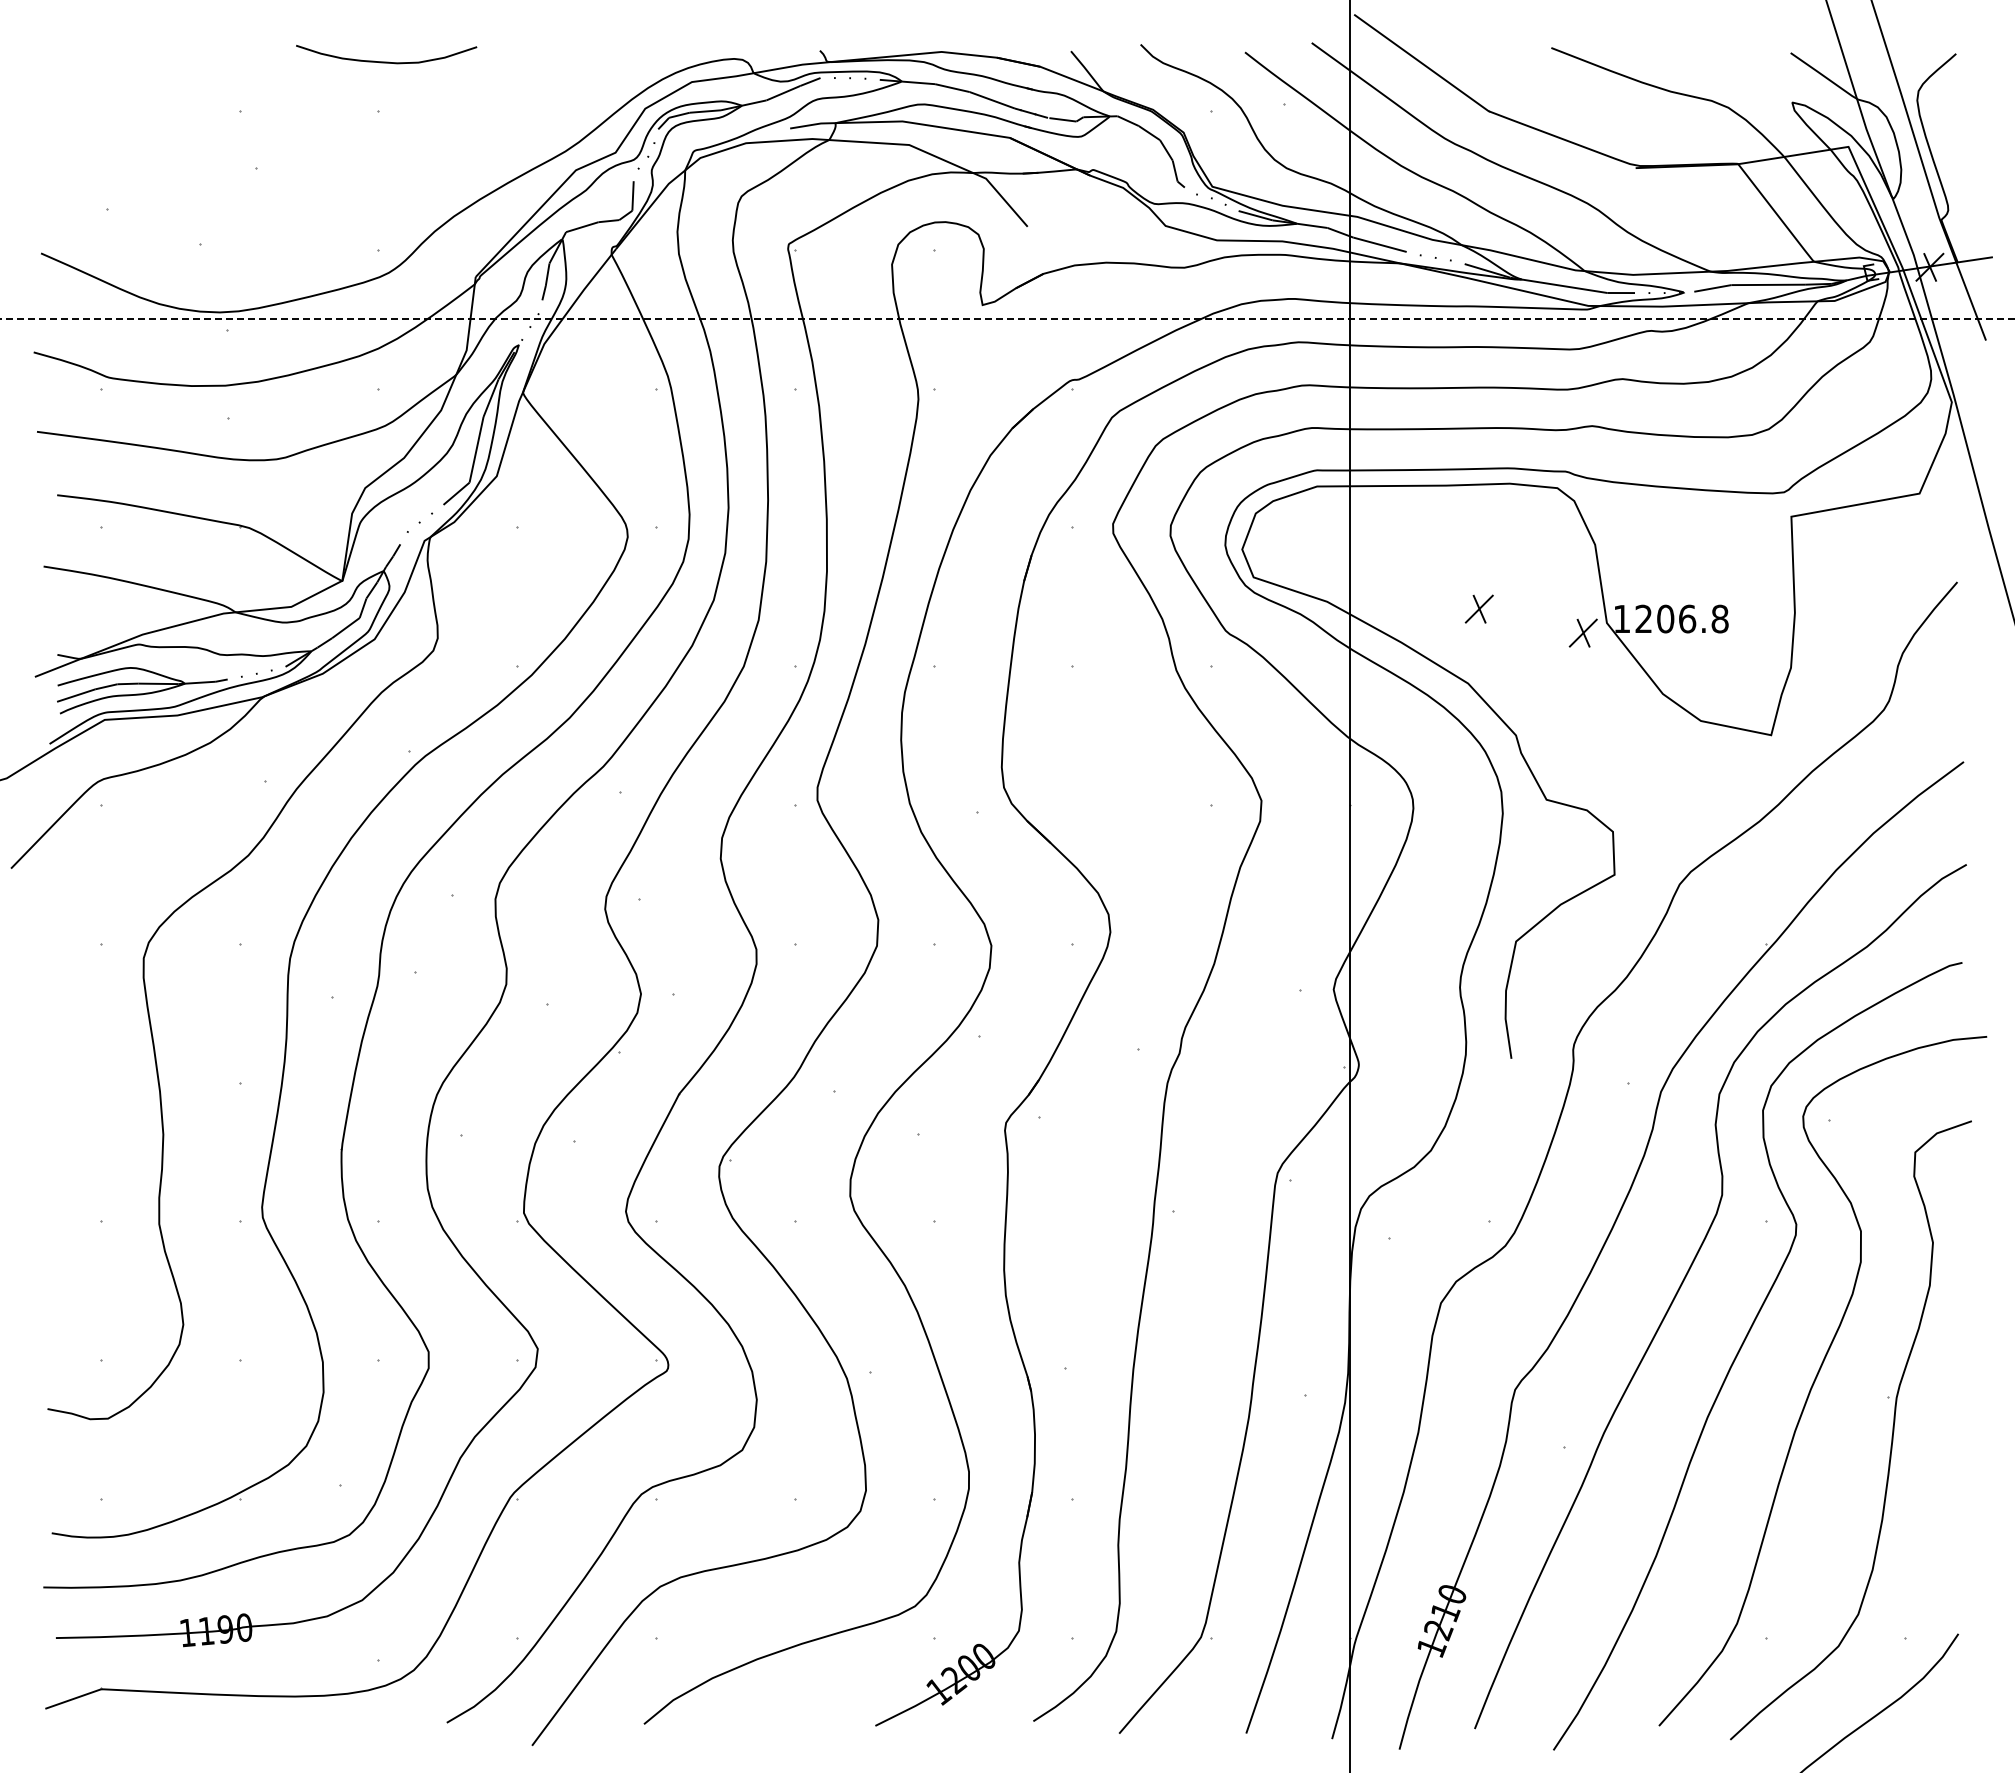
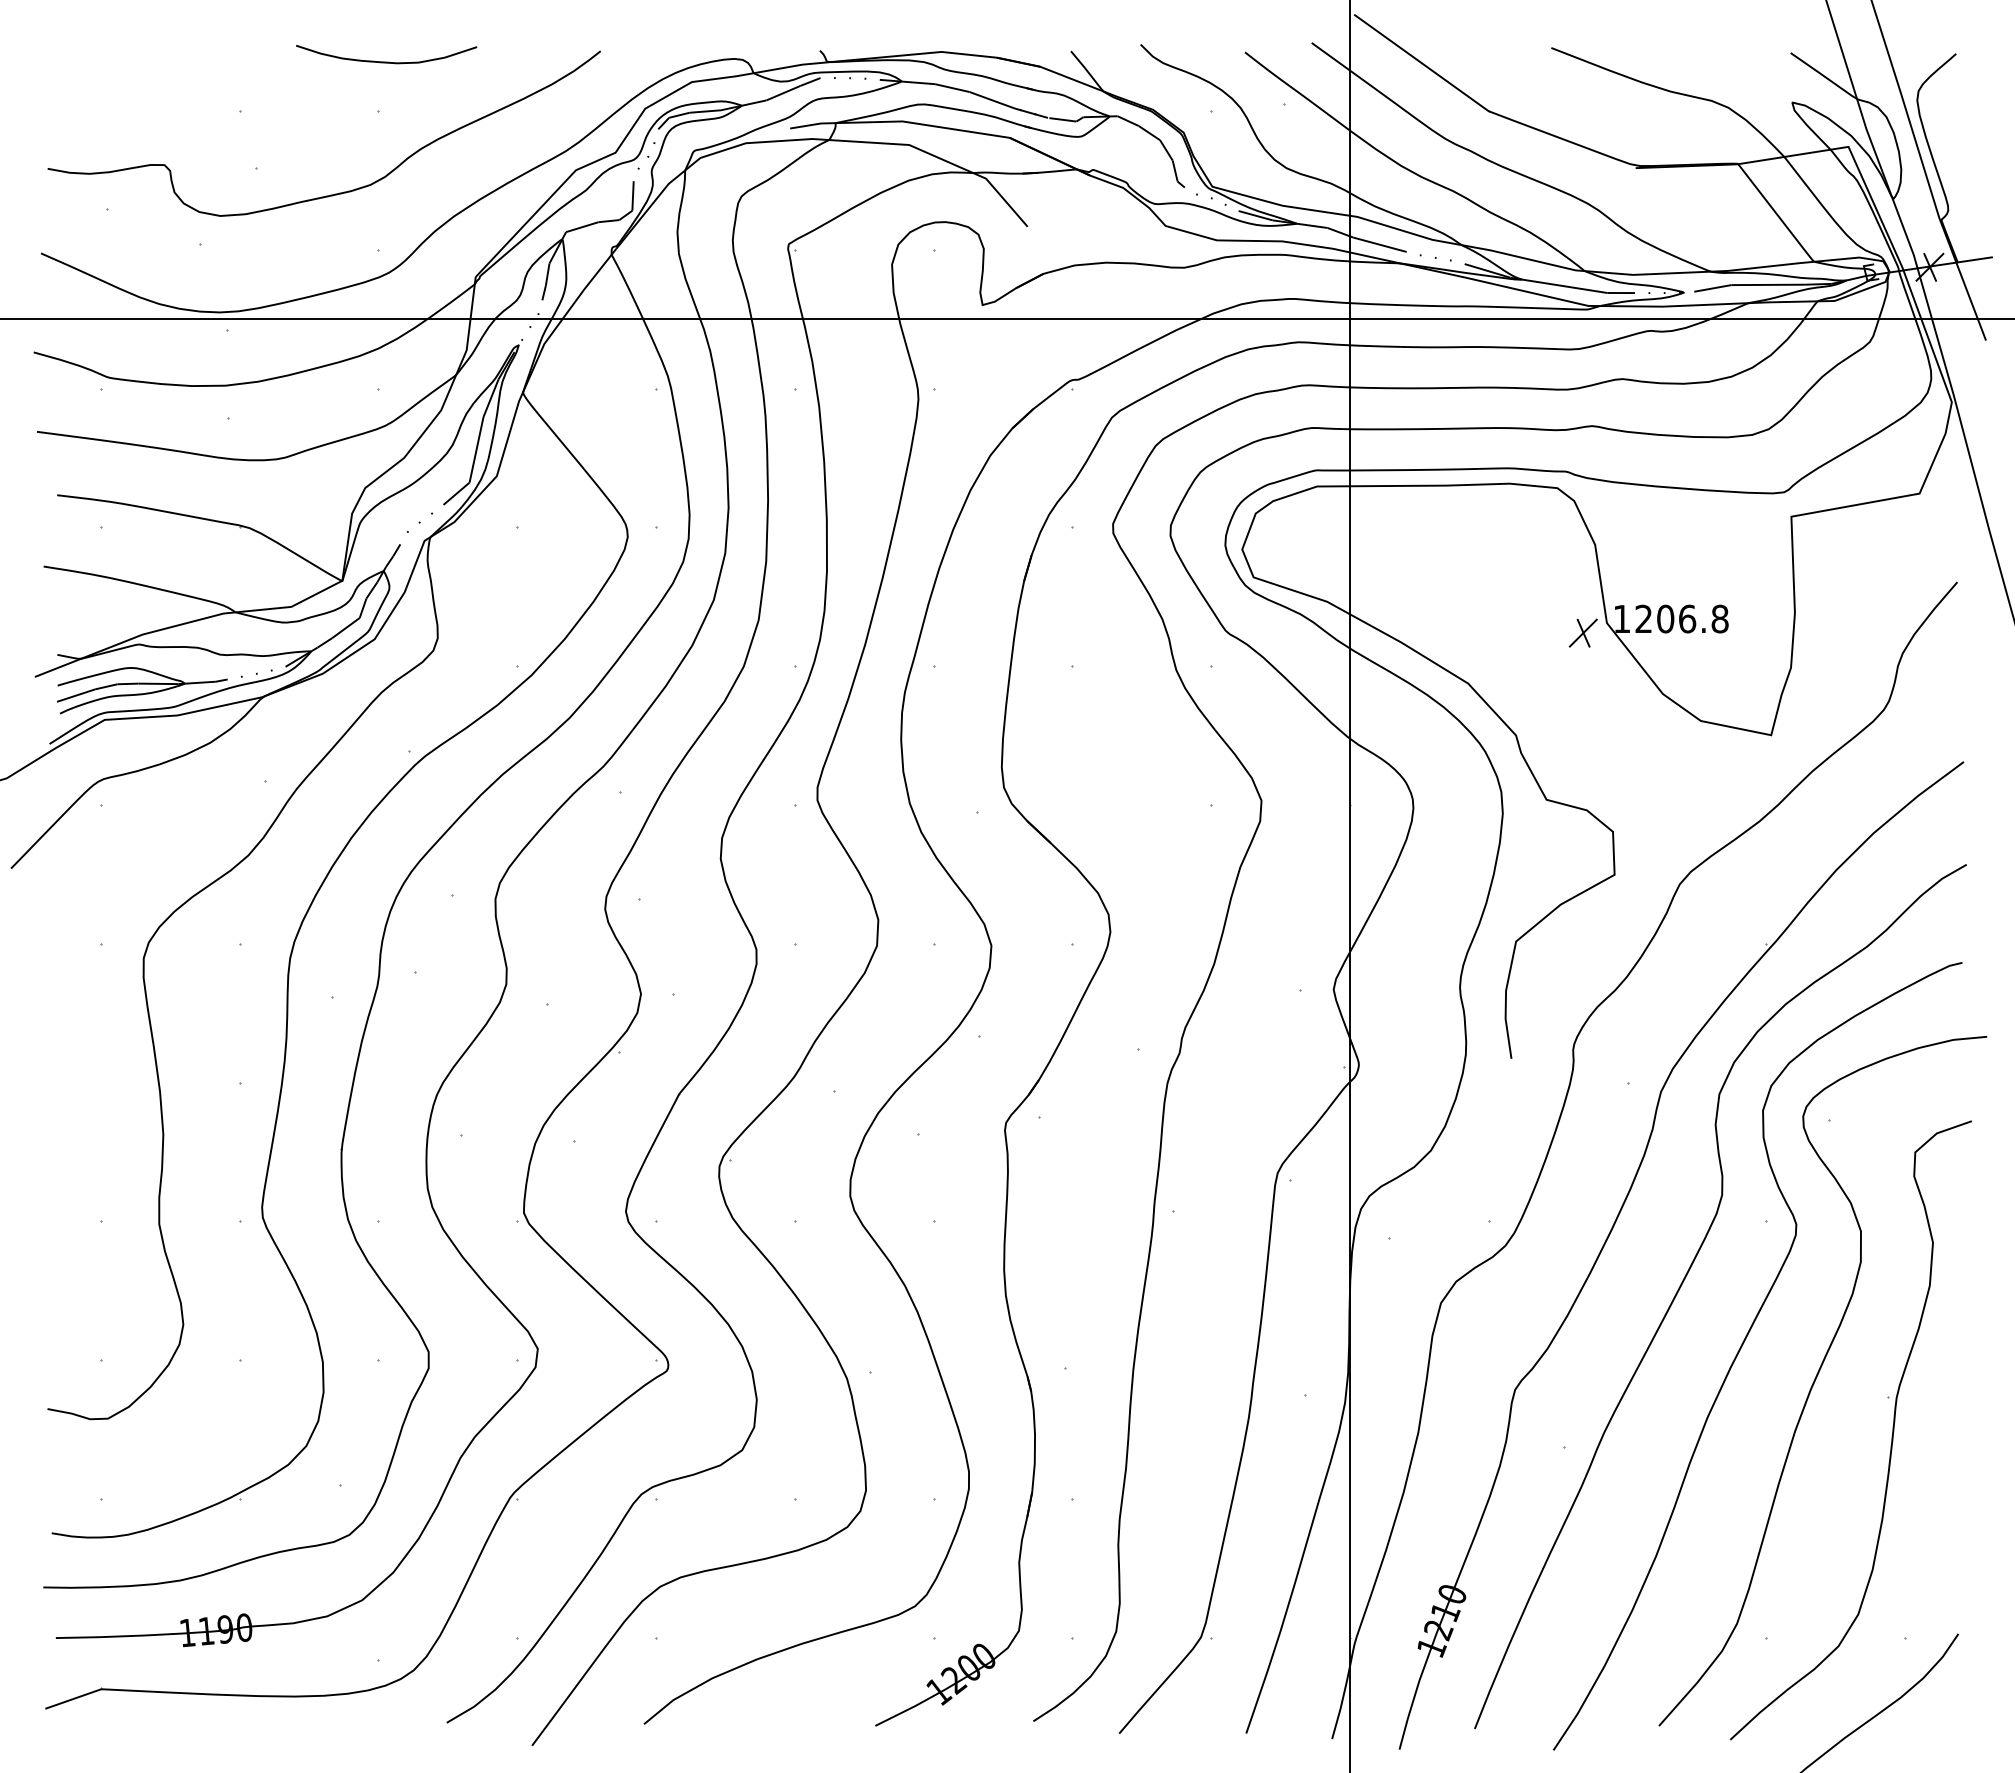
curve at (339, 192): none -> present
line at (1008, 319): dashed -> solid
part at (1478, 608): present -> none
